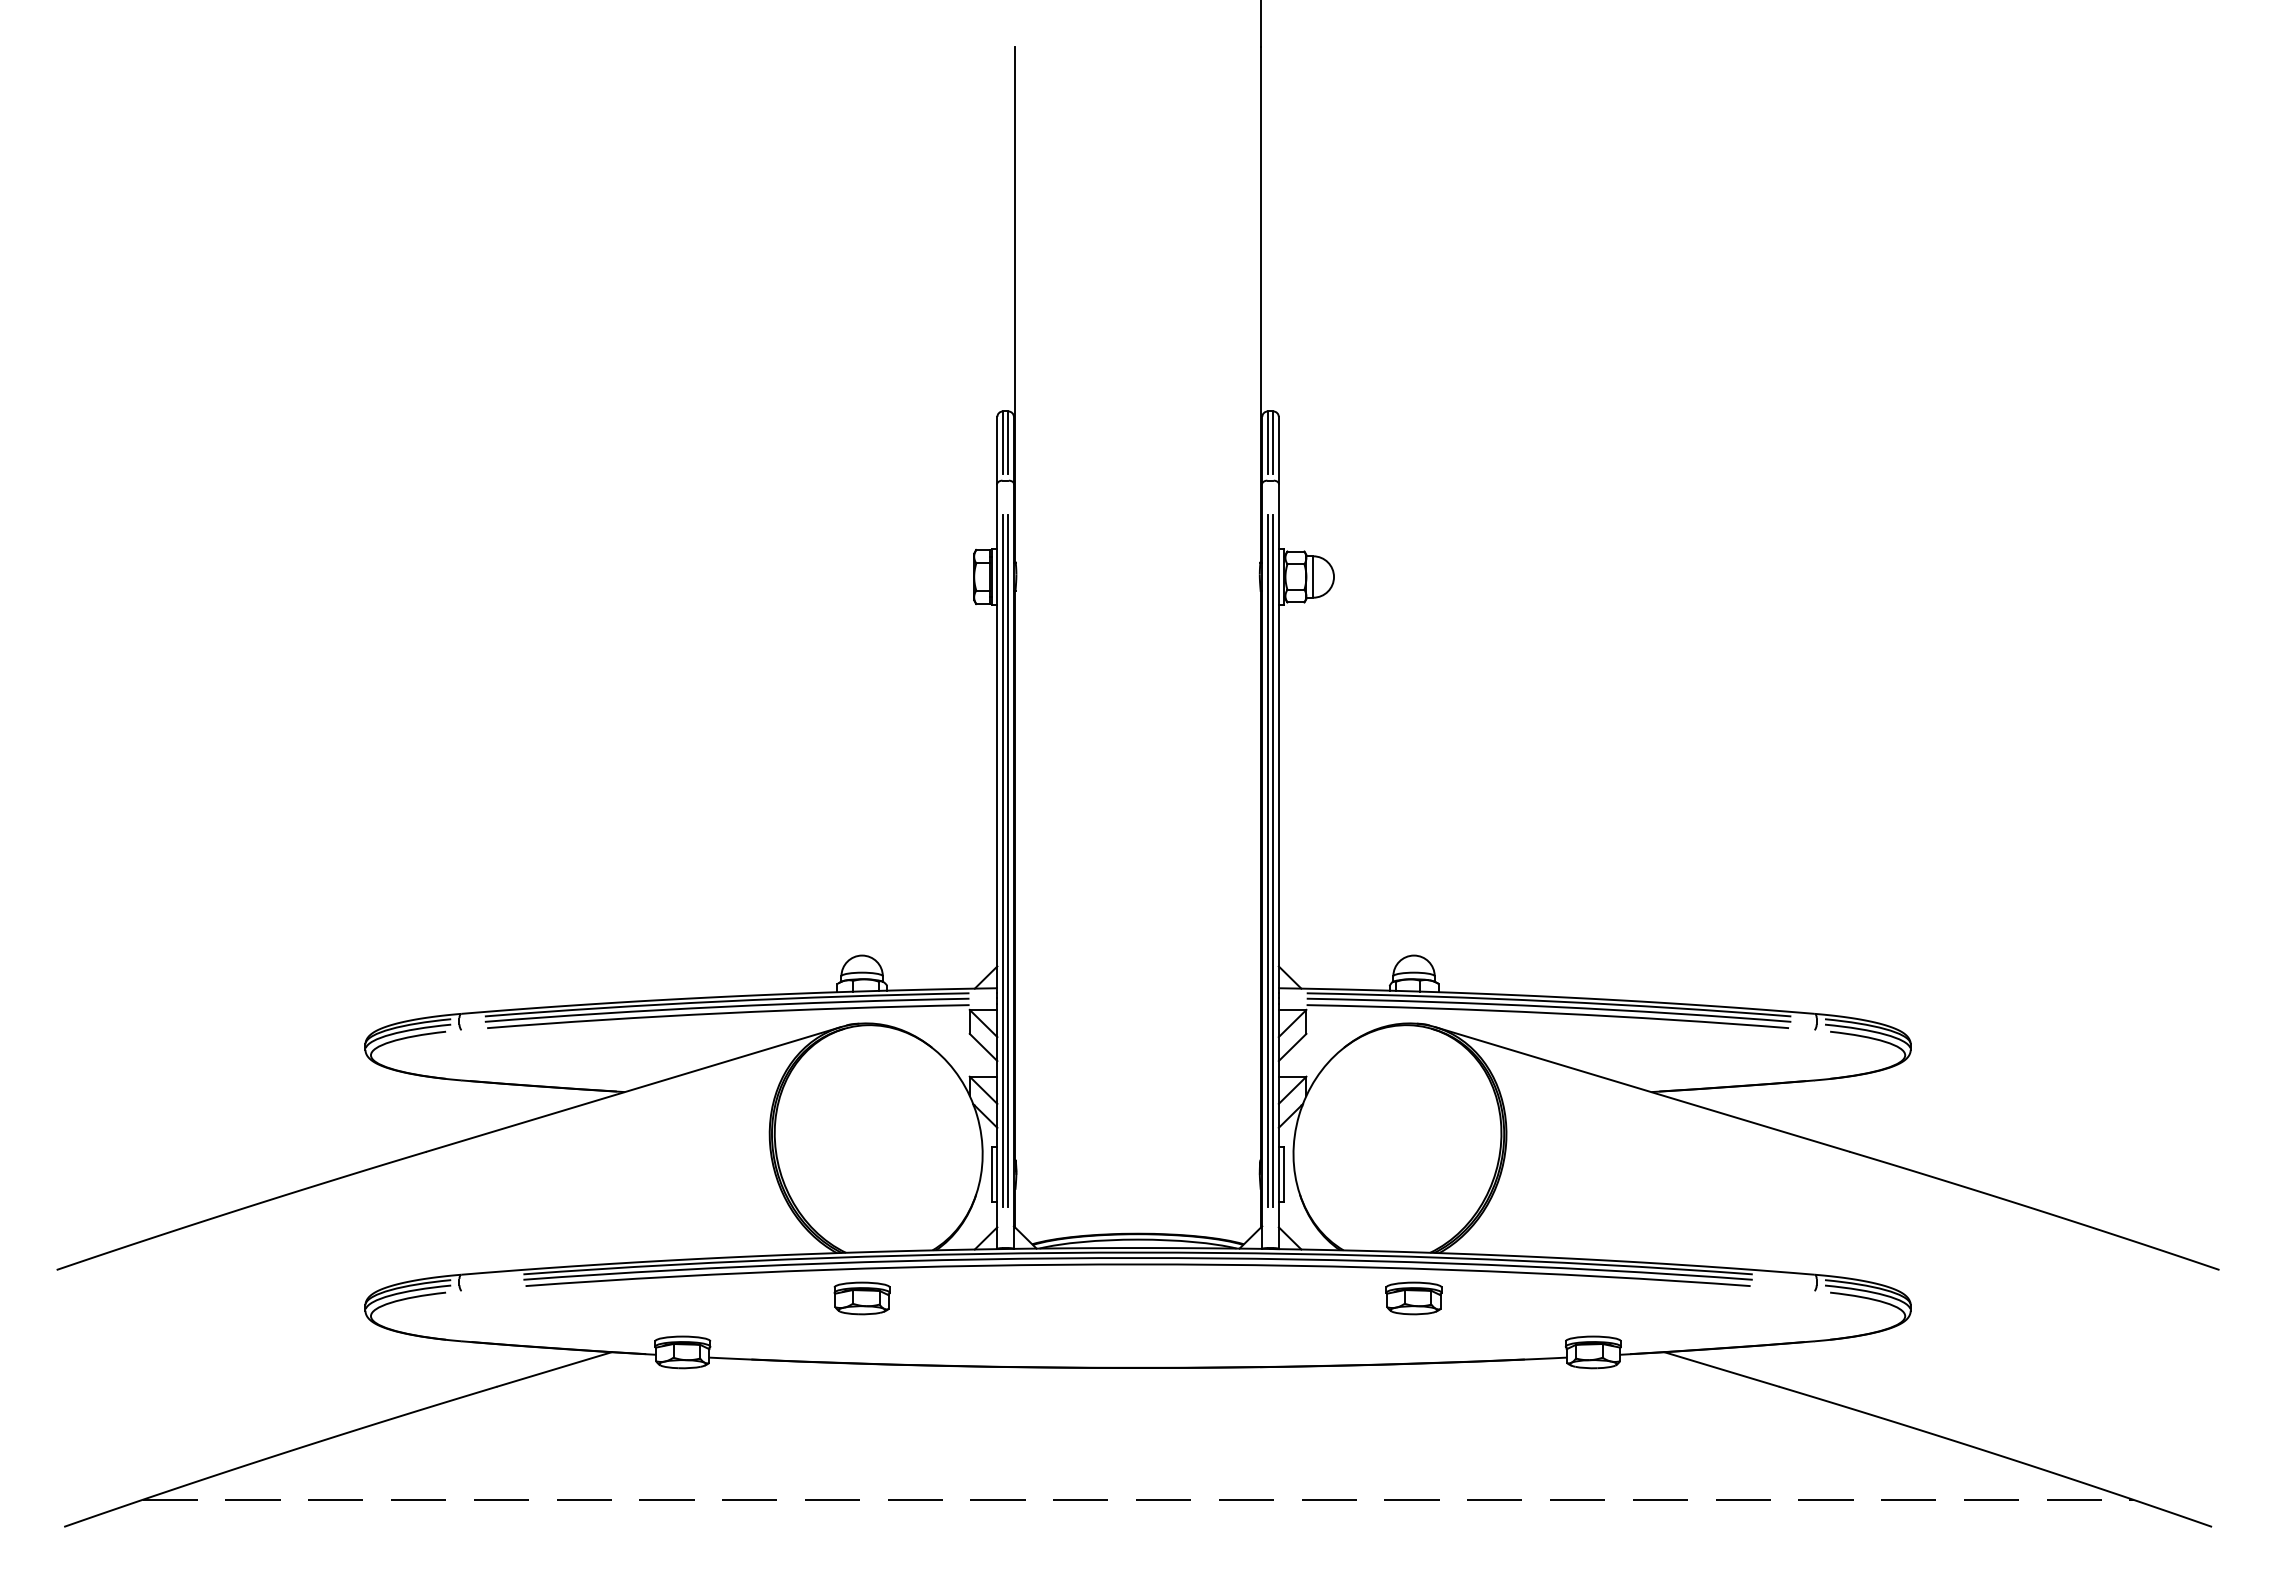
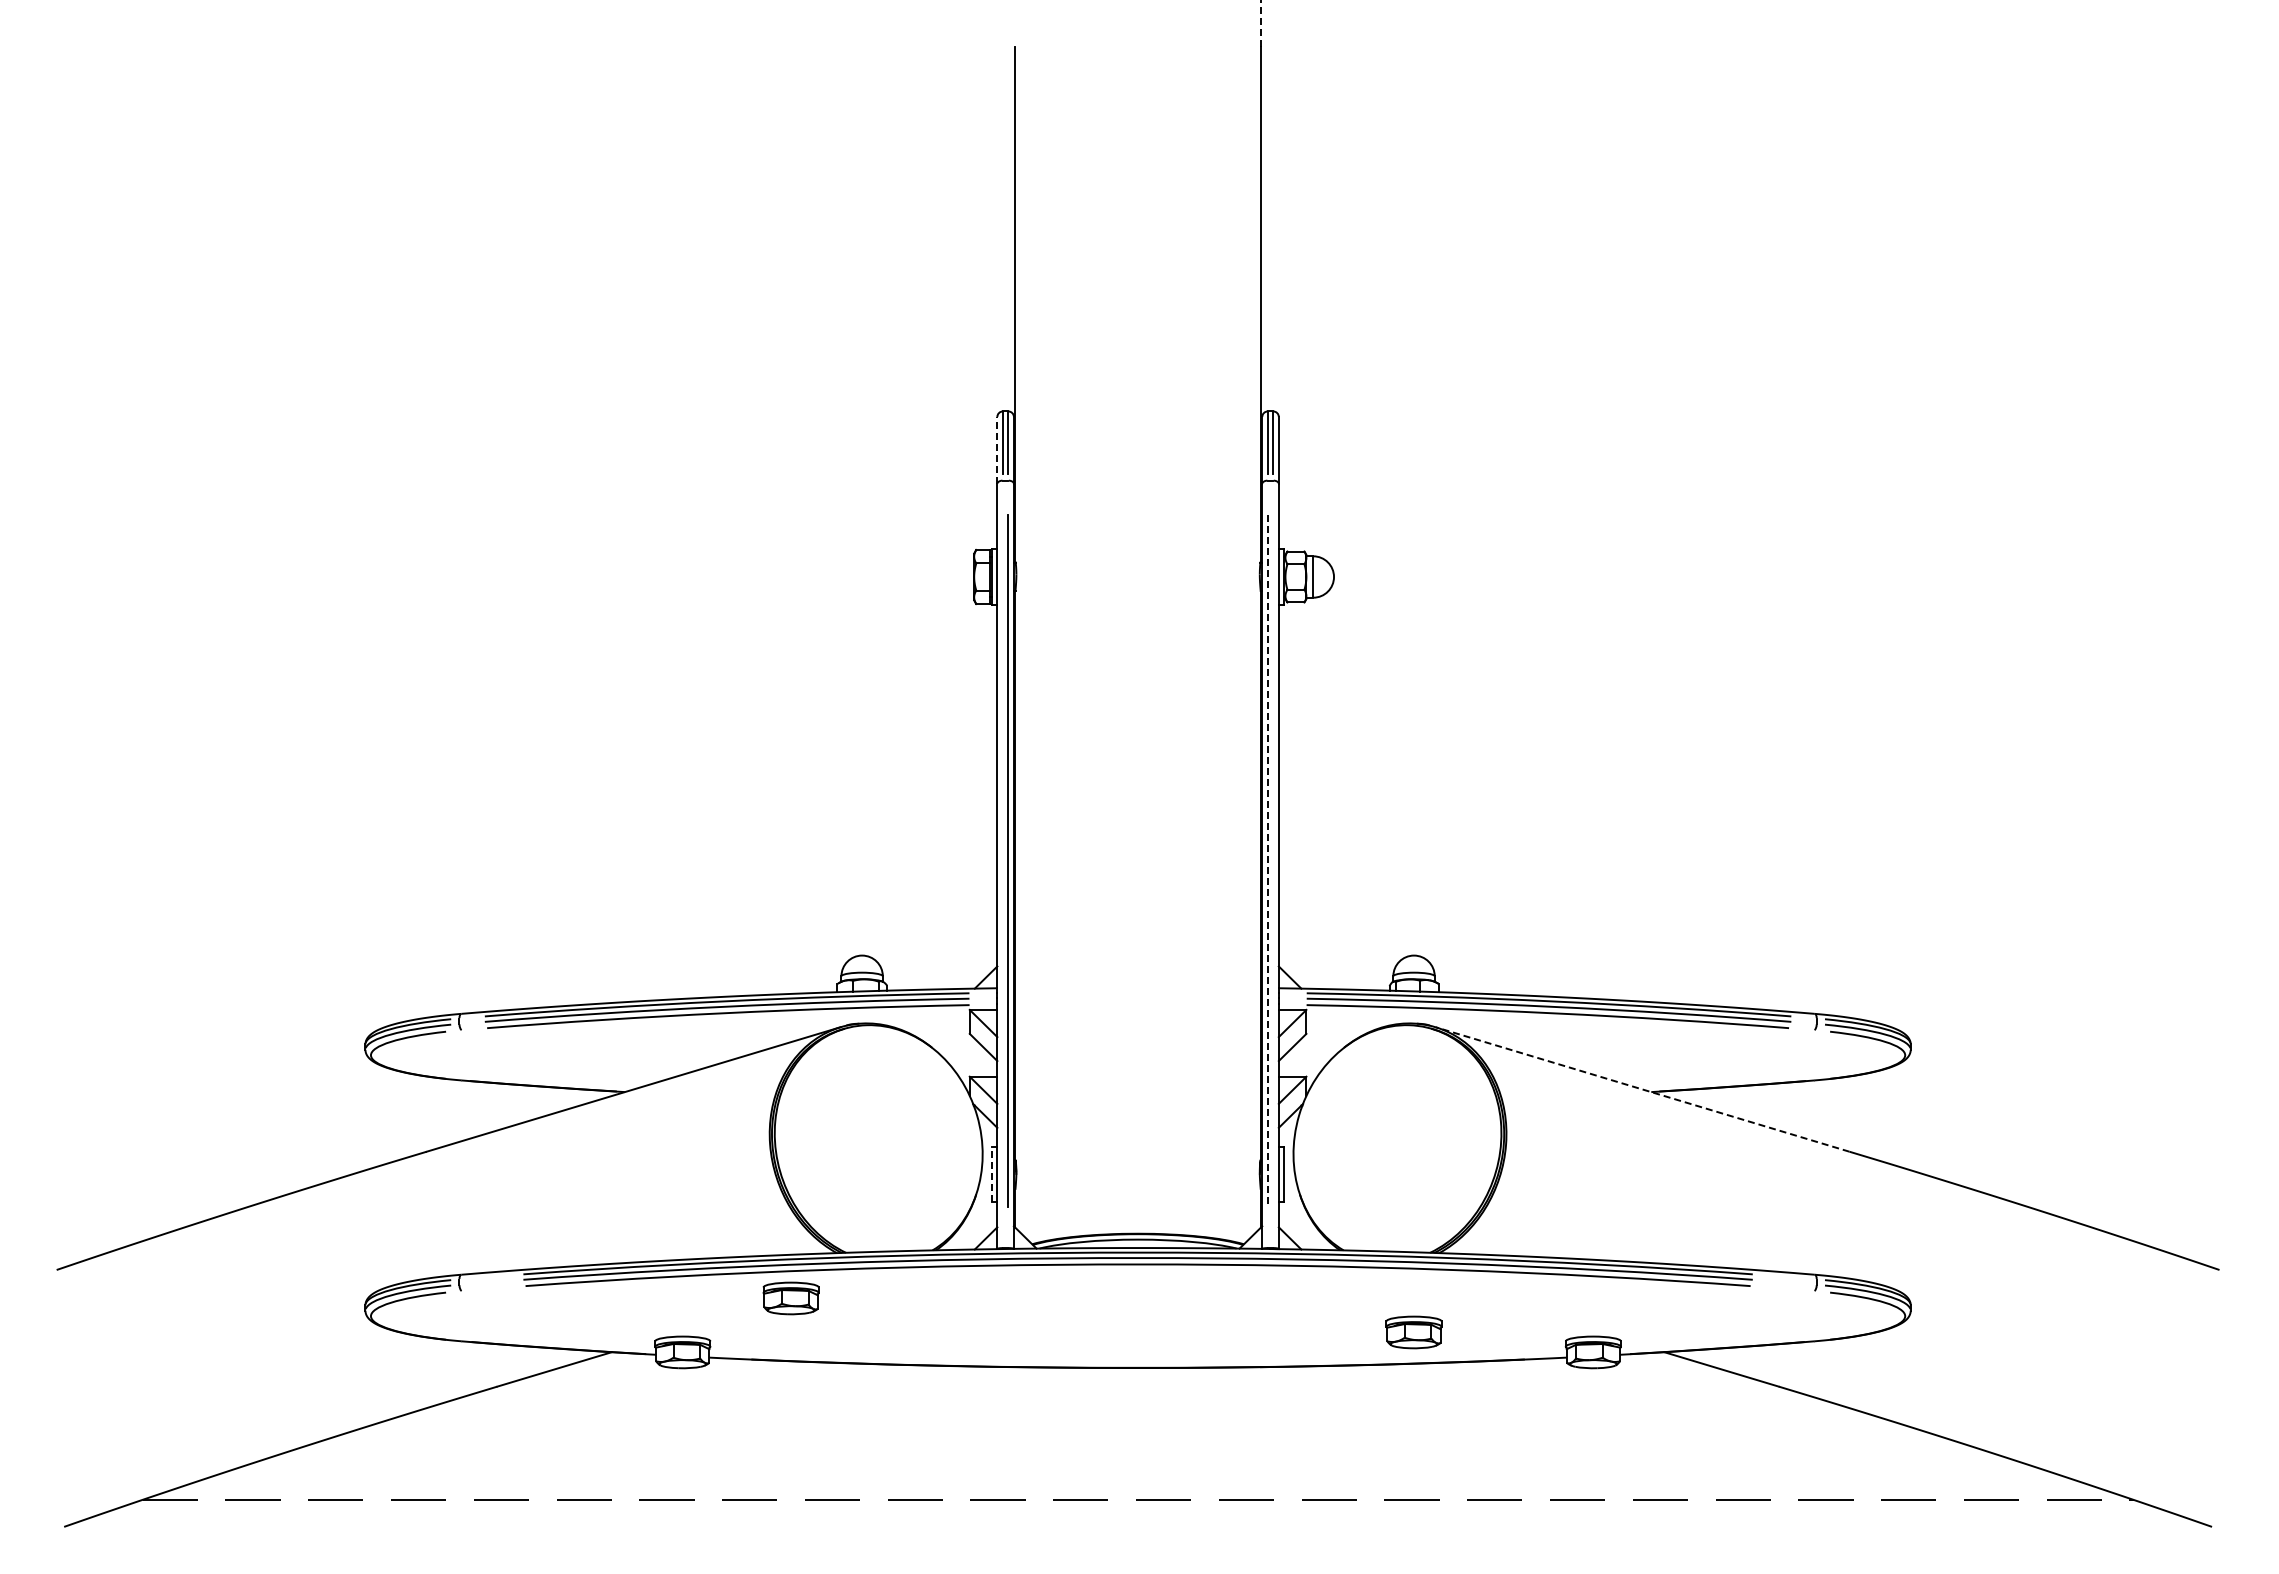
line at (1260, 23): solid -> dashed
line at (997, 449): solid -> dashed
line at (1002, 860): present -> none
line at (1273, 860): present -> none
line at (1267, 861): solid -> dashed
line at (1642, 1089): solid -> dashed
line at (991, 1174): solid -> dashed
part at (861, 1298) position: (861, 1298) -> (790, 1298)
part at (1413, 1298) position: (1413, 1298) -> (1413, 1332)
